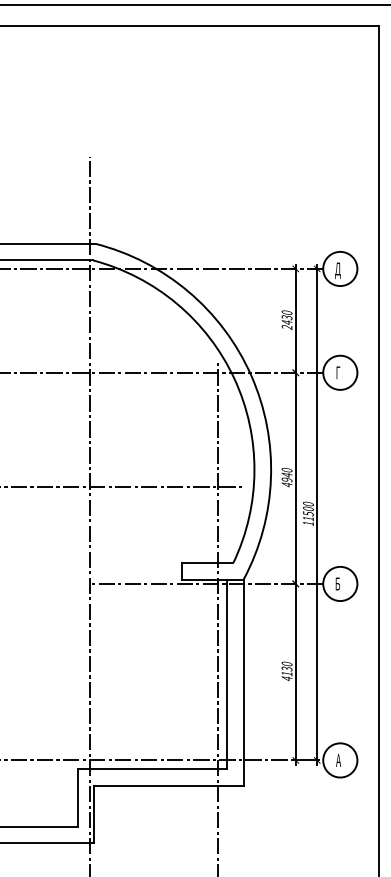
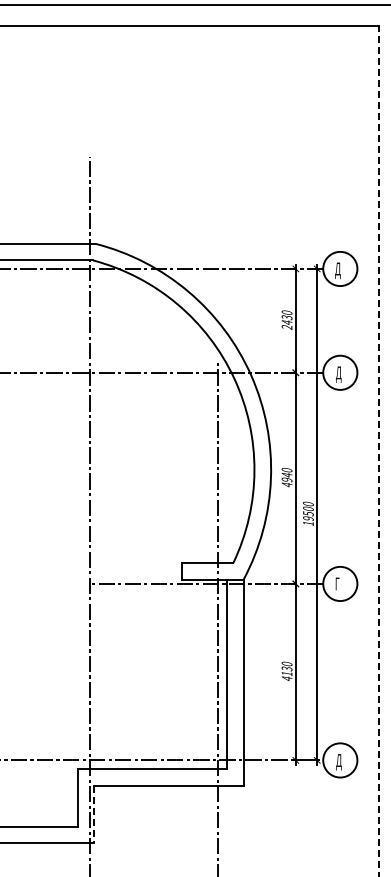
text at (338, 374): Г -> Д
line at (379, 451): solid -> dashed
line at (122, 486): present -> none
text at (308, 518): 11500 -> 19500
text at (338, 584): Б -> Г
text at (338, 762): А -> Д
line at (94, 814): solid -> dashed
